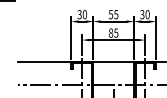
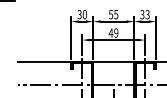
text at (147, 14): 30 -> 33
text at (113, 32): 85 -> 49
